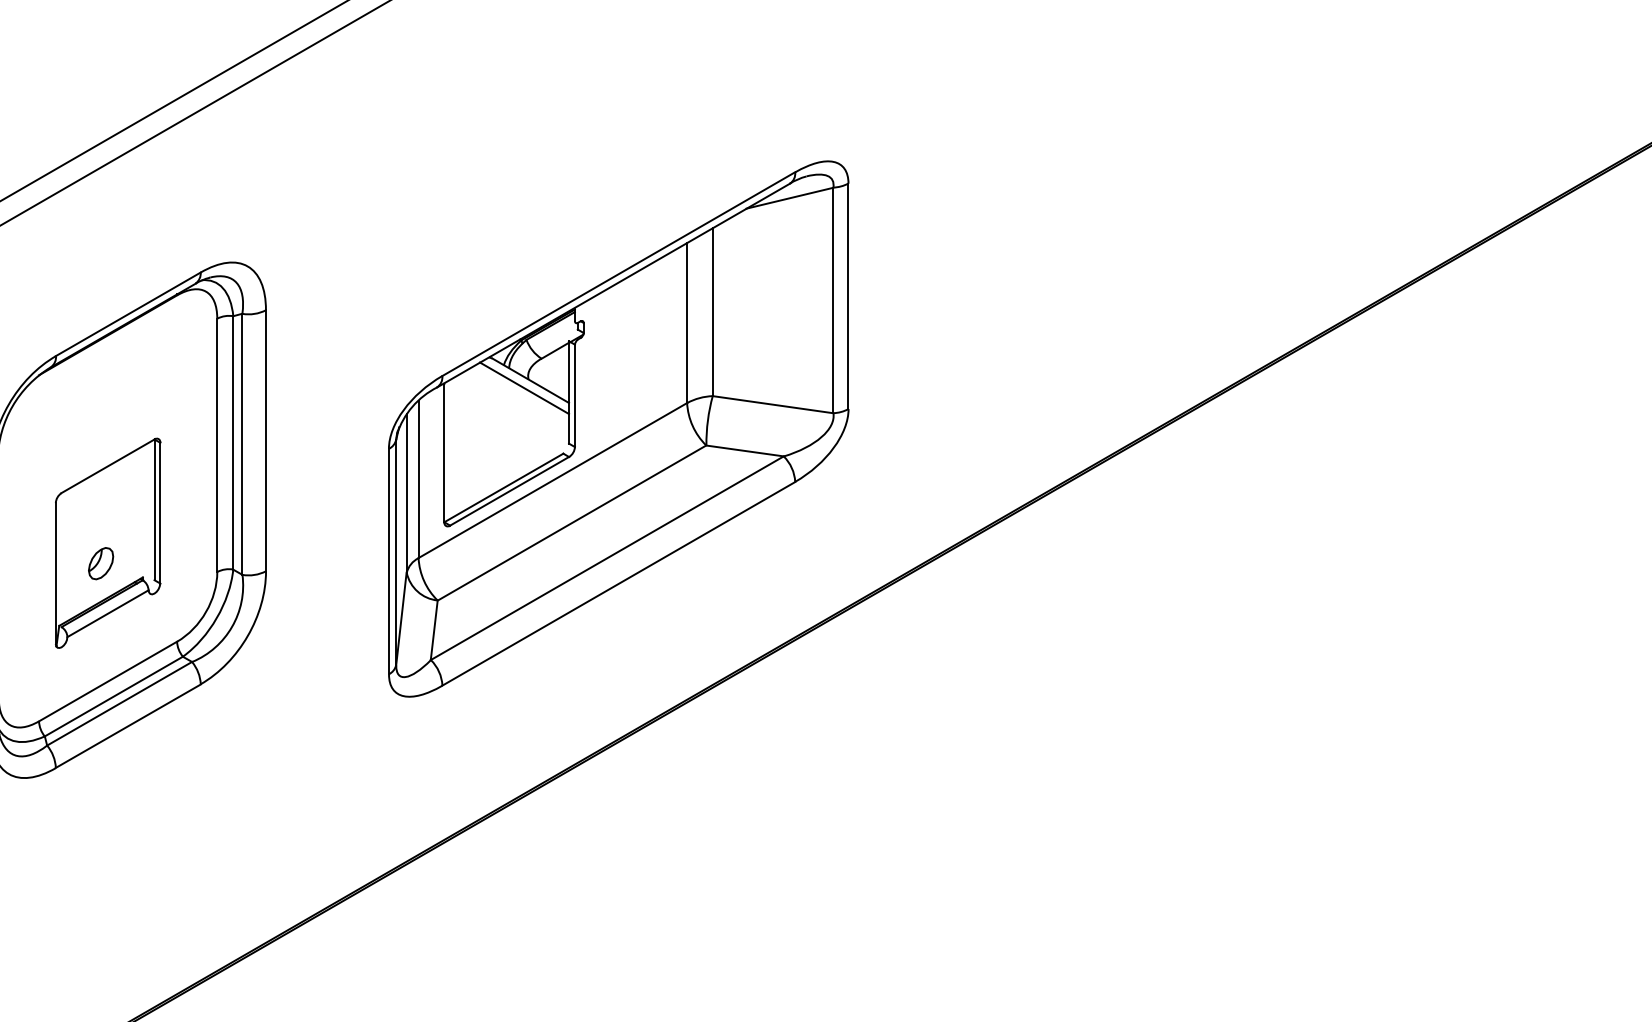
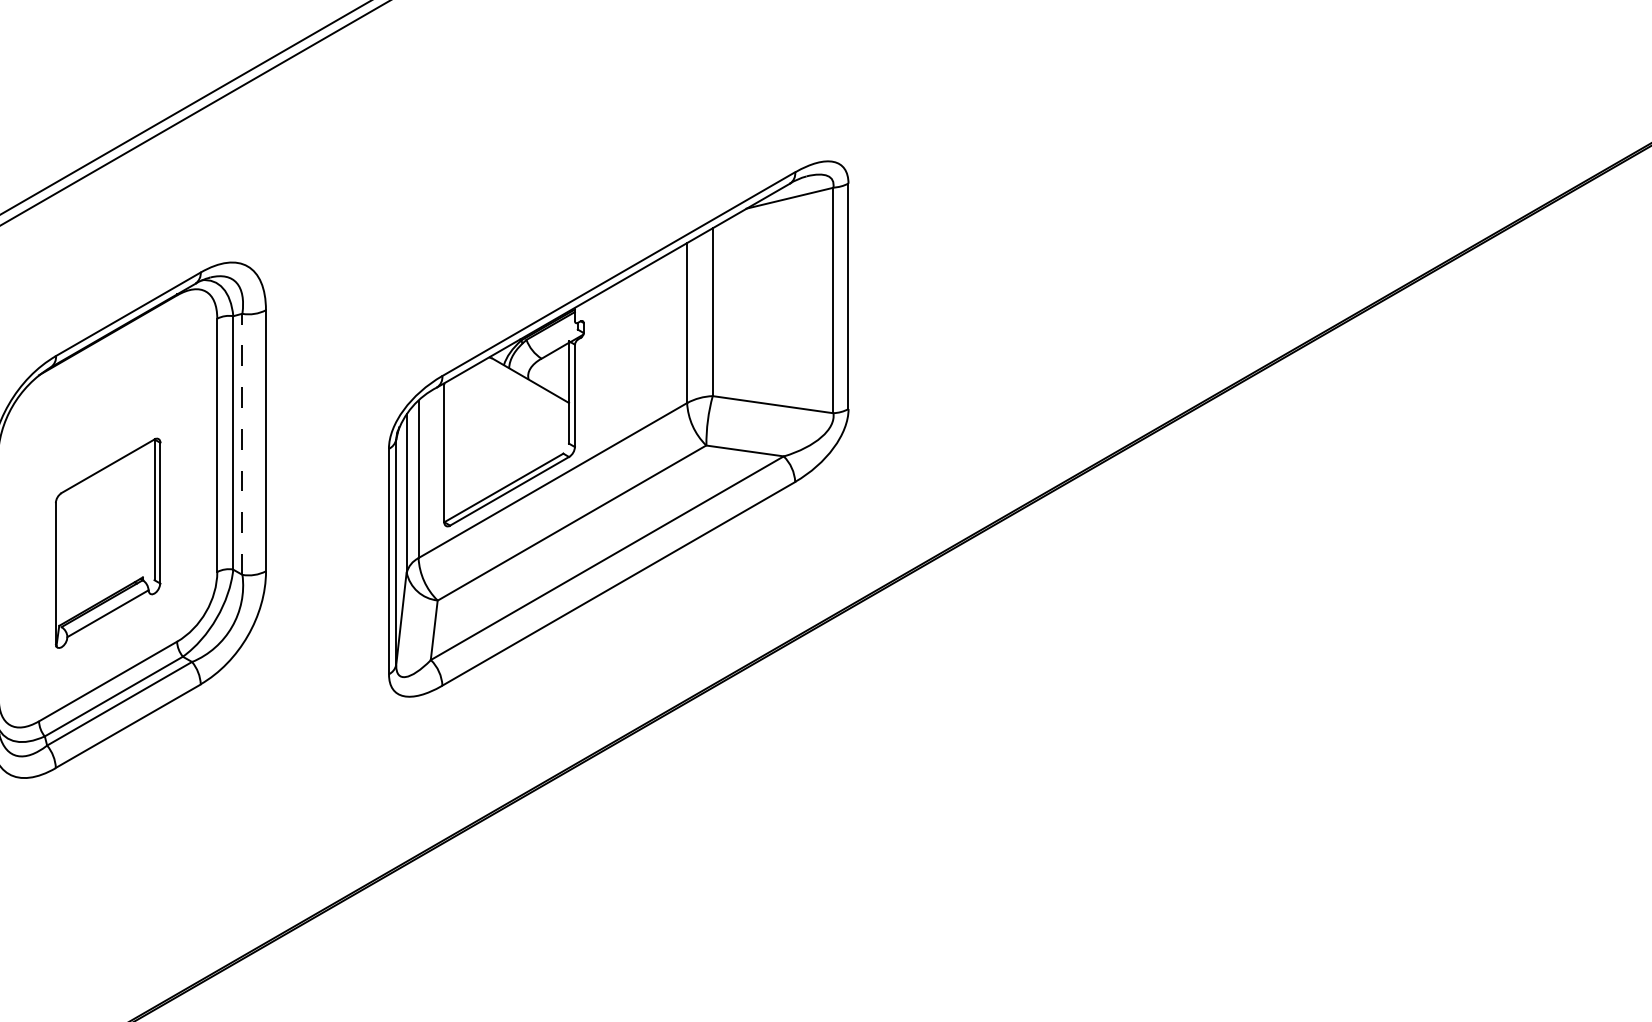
line at (173, 101) position: (173, 101) -> (185, 107)
line at (524, 388): present -> none
line at (242, 444): solid -> dashed
part at (101, 563): present -> none
